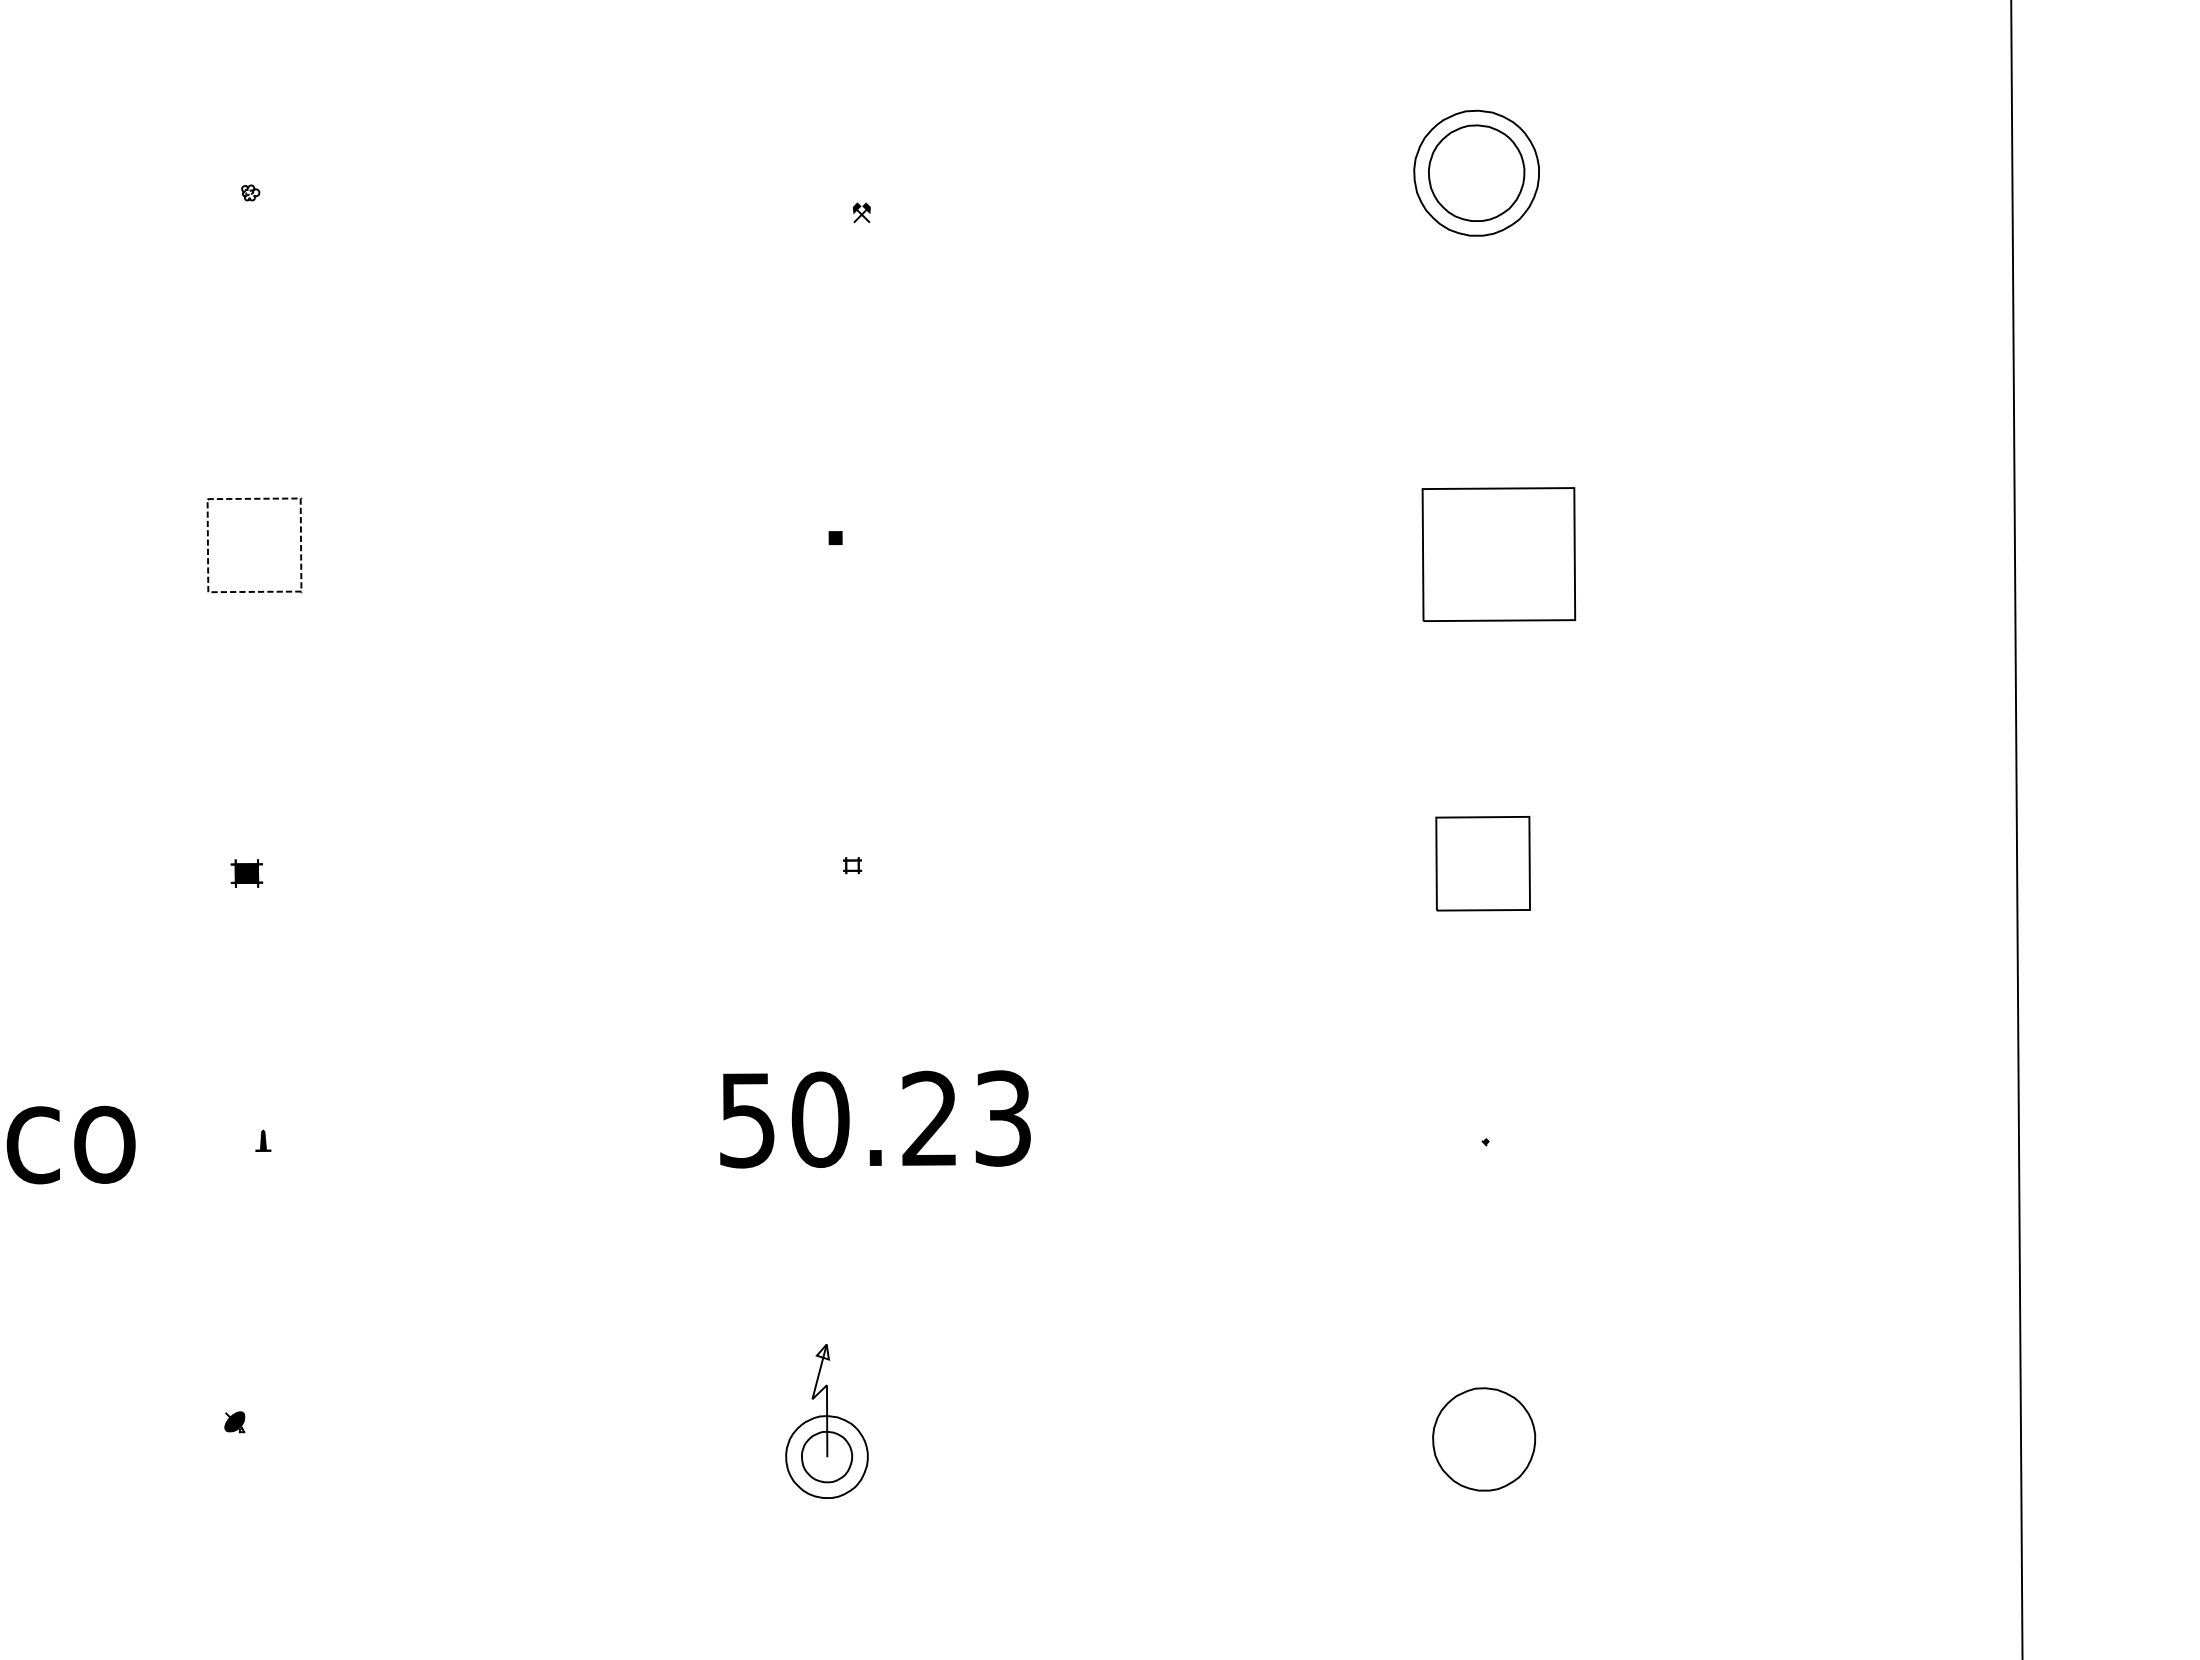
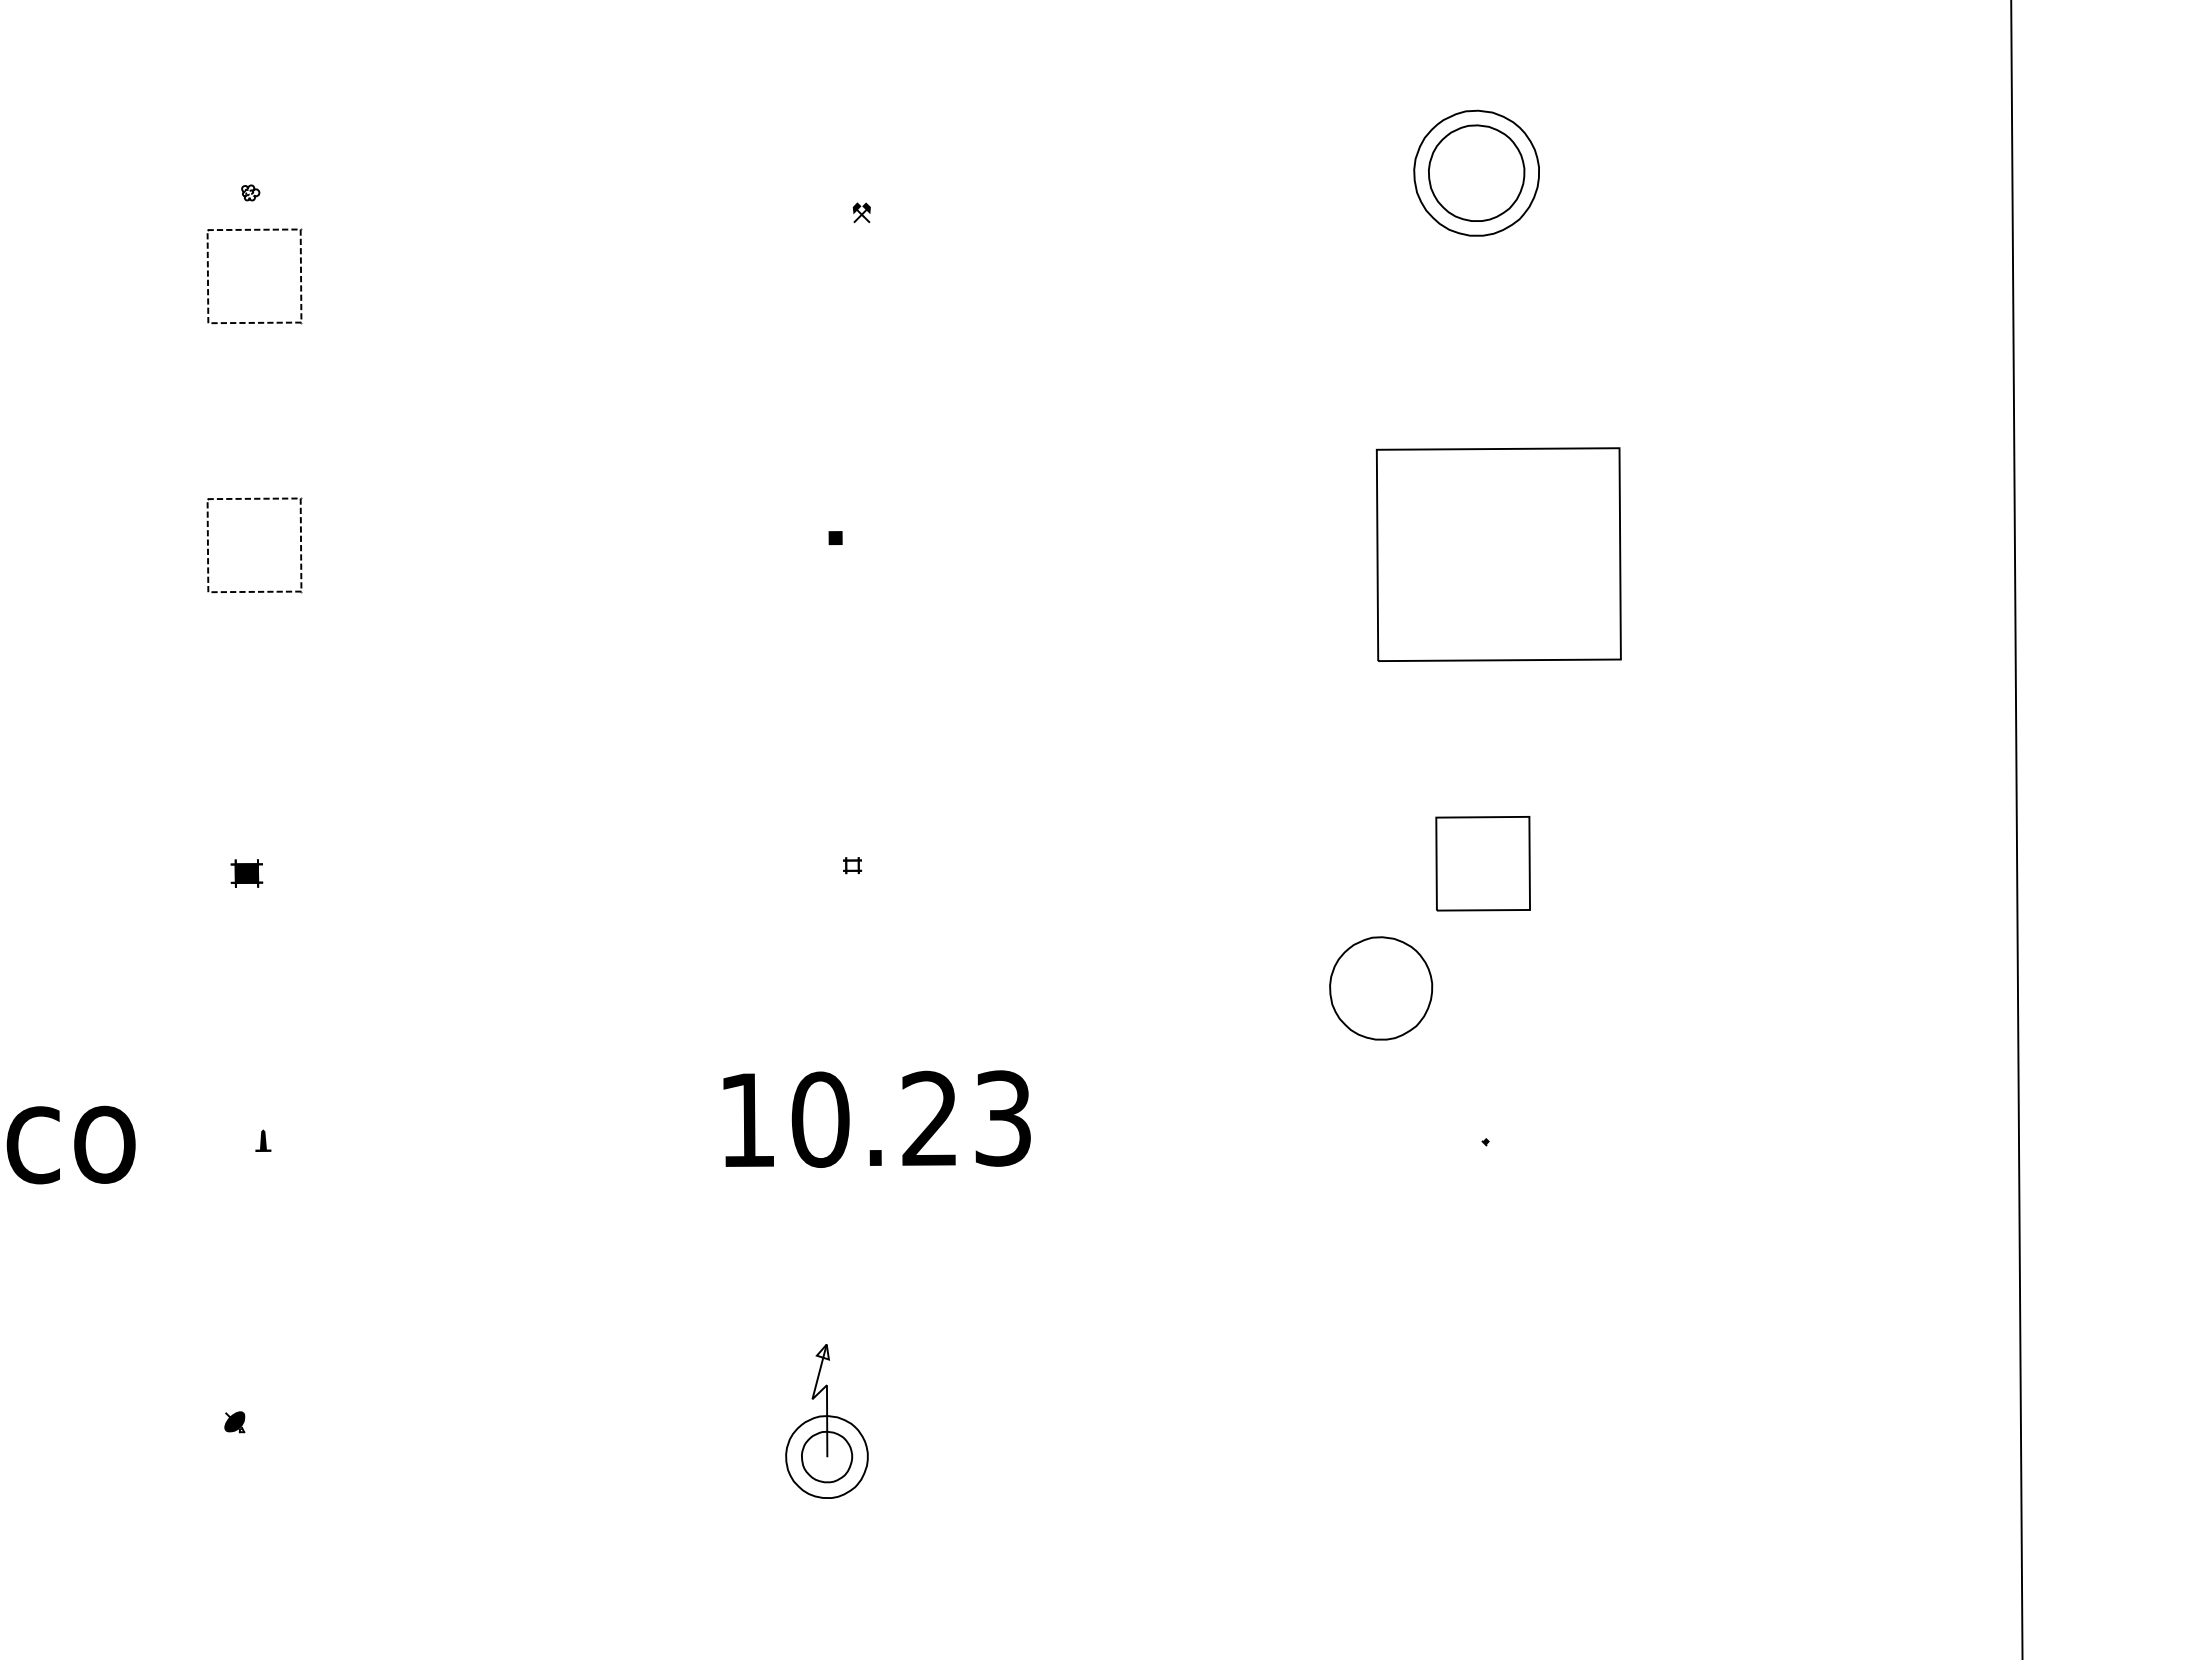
part at (254, 230): none -> present
part at (1498, 554) size: 156x135 px -> 247x215 px
text at (747, 1120): 50.23 -> 10.23
part at (1484, 1439) position: (1484, 1439) -> (1381, 988)
